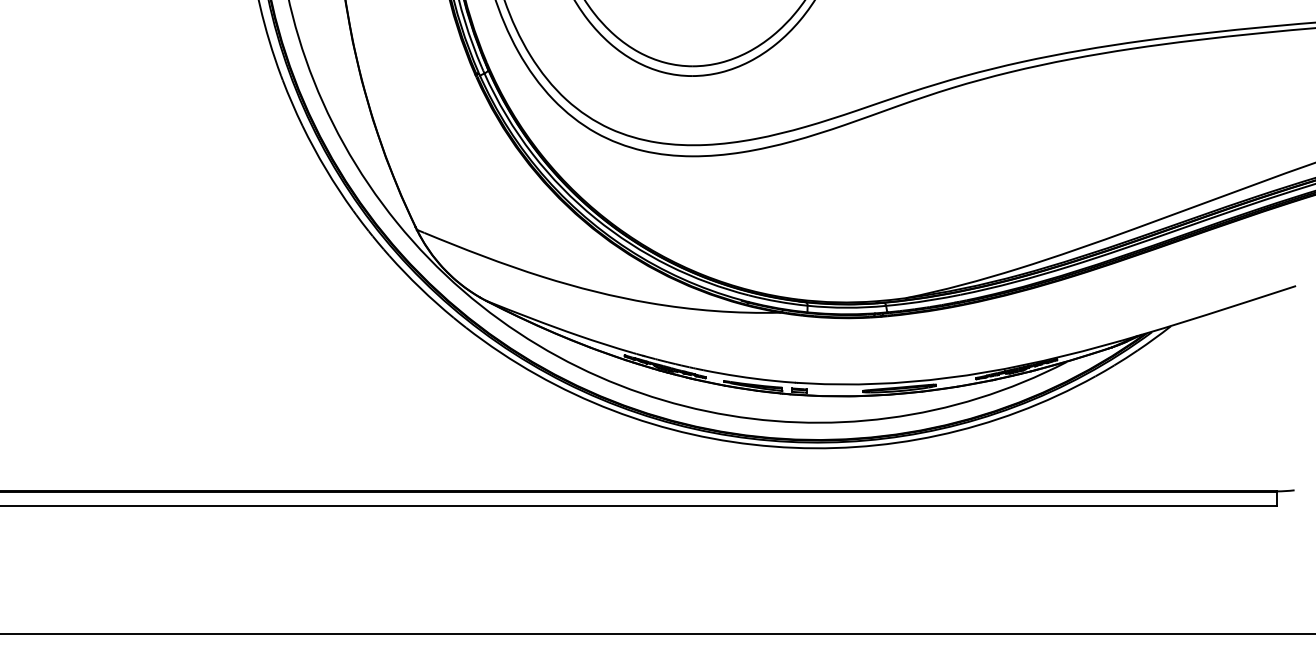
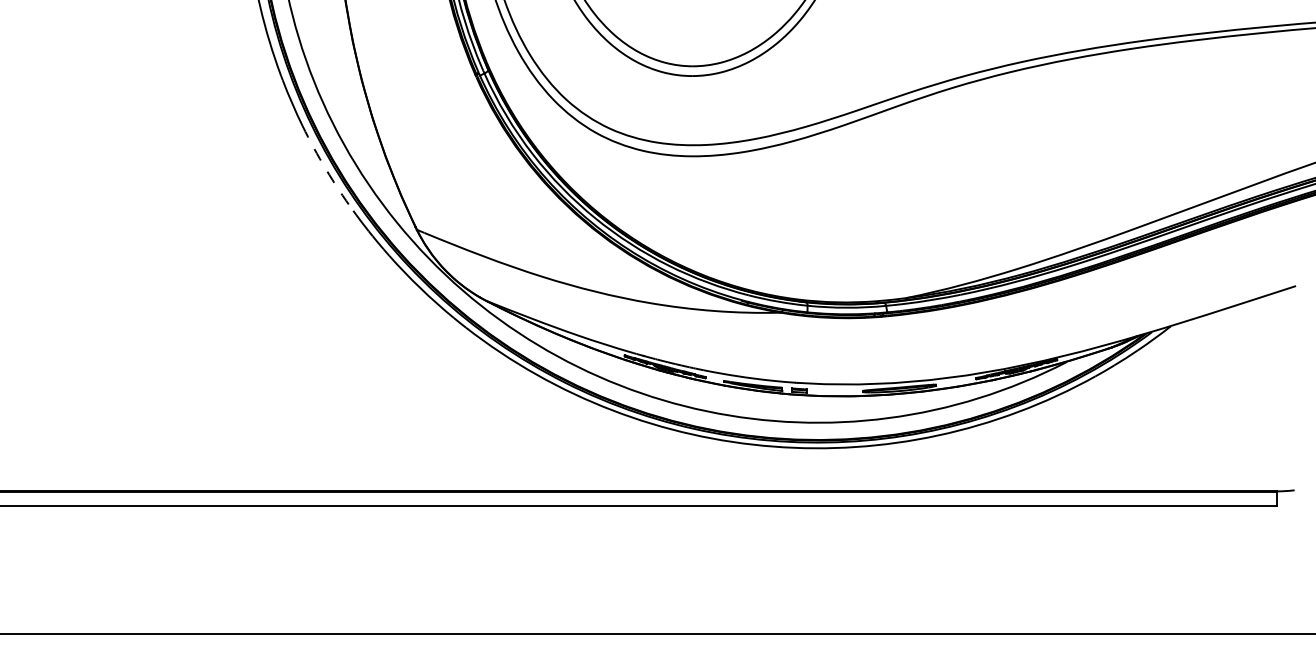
arc at (326, 169): solid -> dashed
